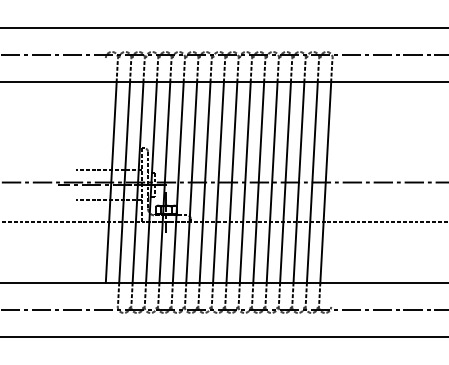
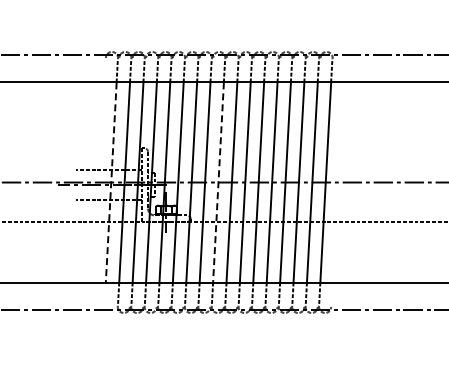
line at (223, 28): present -> none
line at (111, 182): solid -> dashed
line at (218, 182): solid -> dashed
line at (223, 336): present -> none
